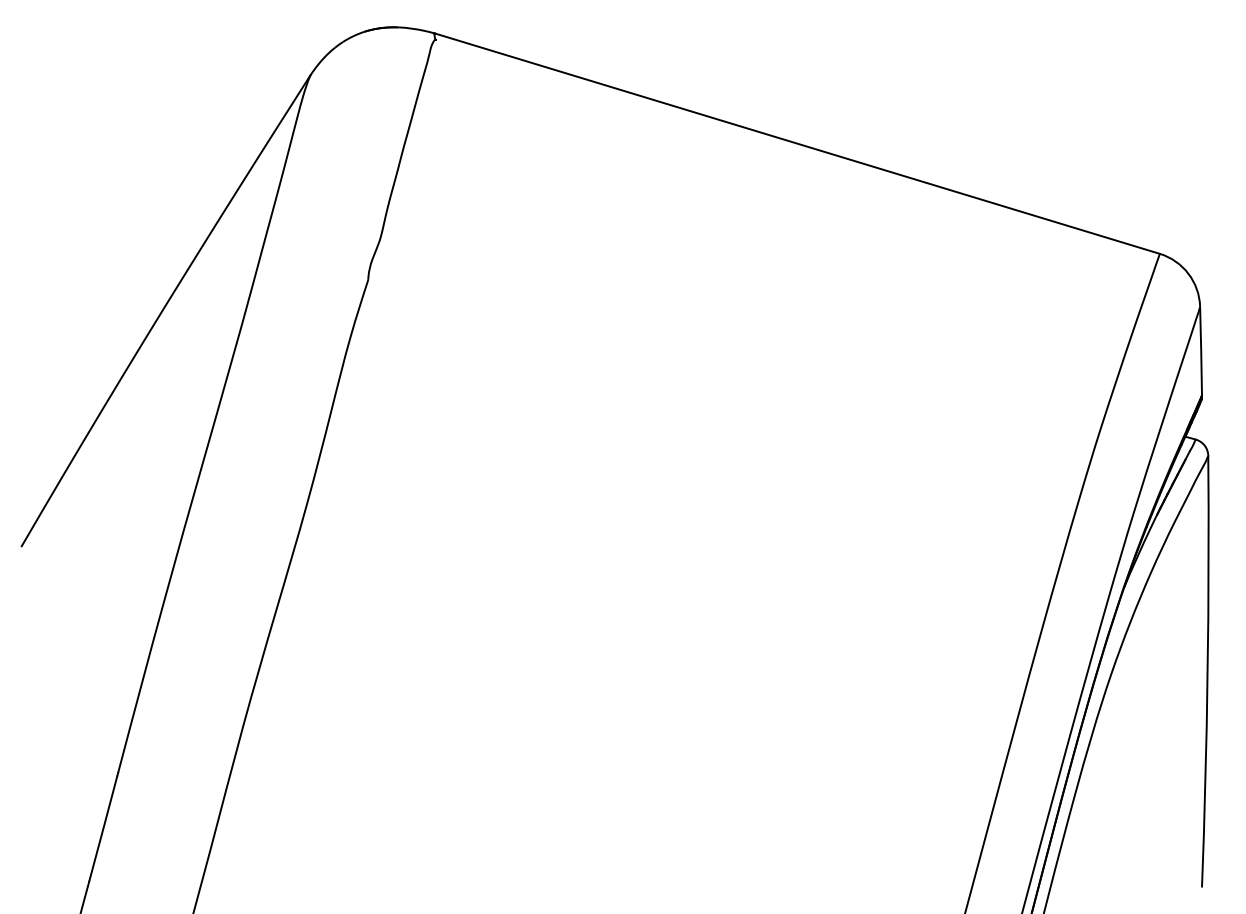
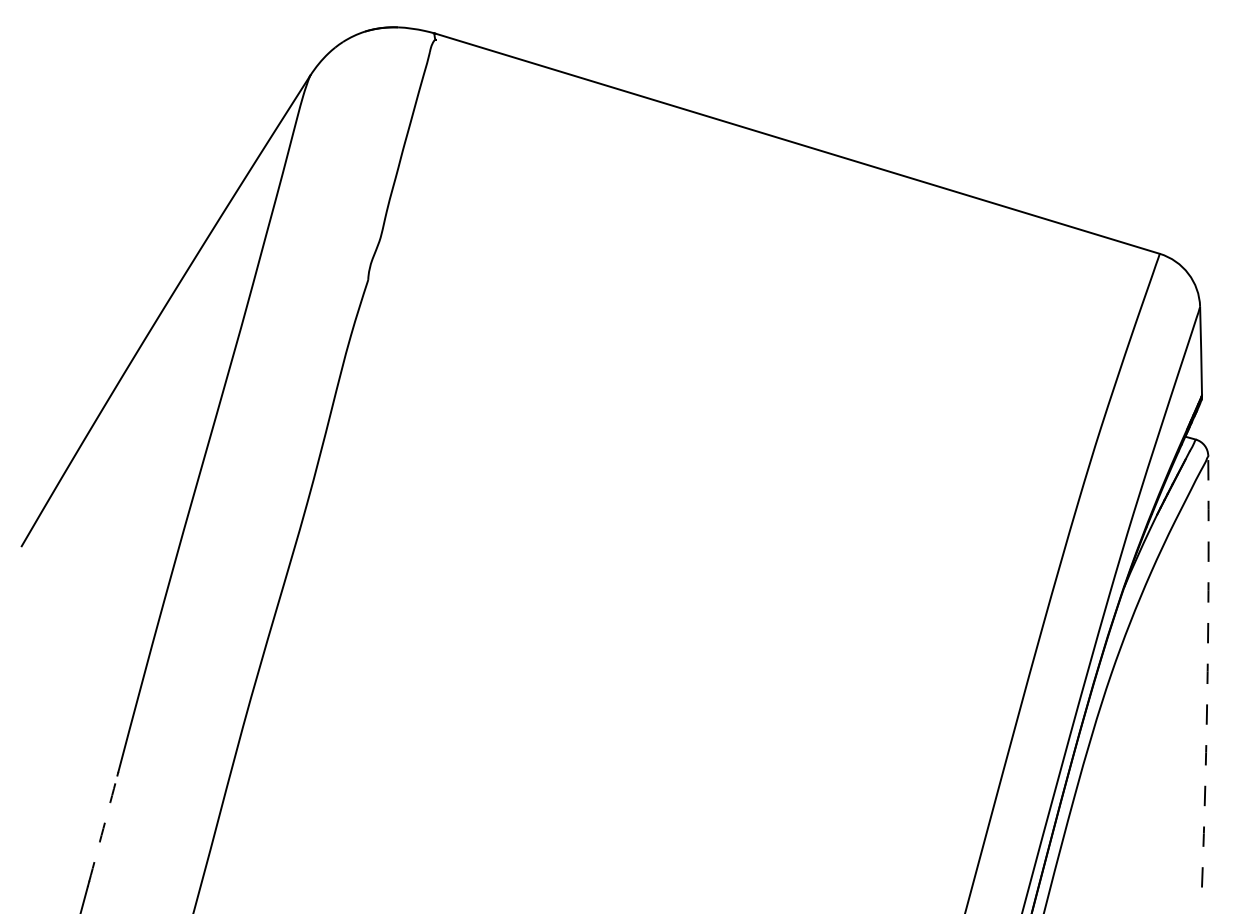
arc at (1207, 671): solid -> dashed
arc at (103, 828): solid -> dashed
